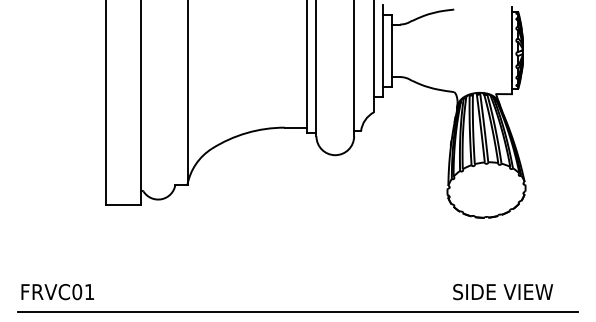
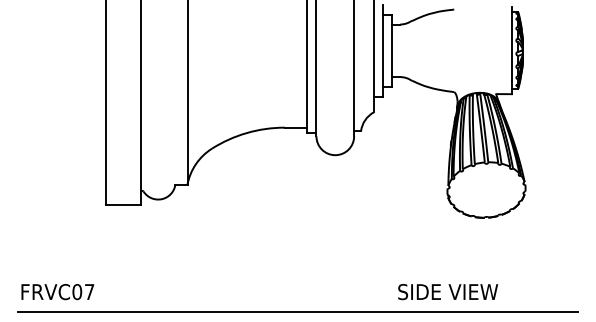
text at (89, 291): FRVC01 -> FRVC07
text at (503, 292) position: (503, 292) -> (448, 292)
